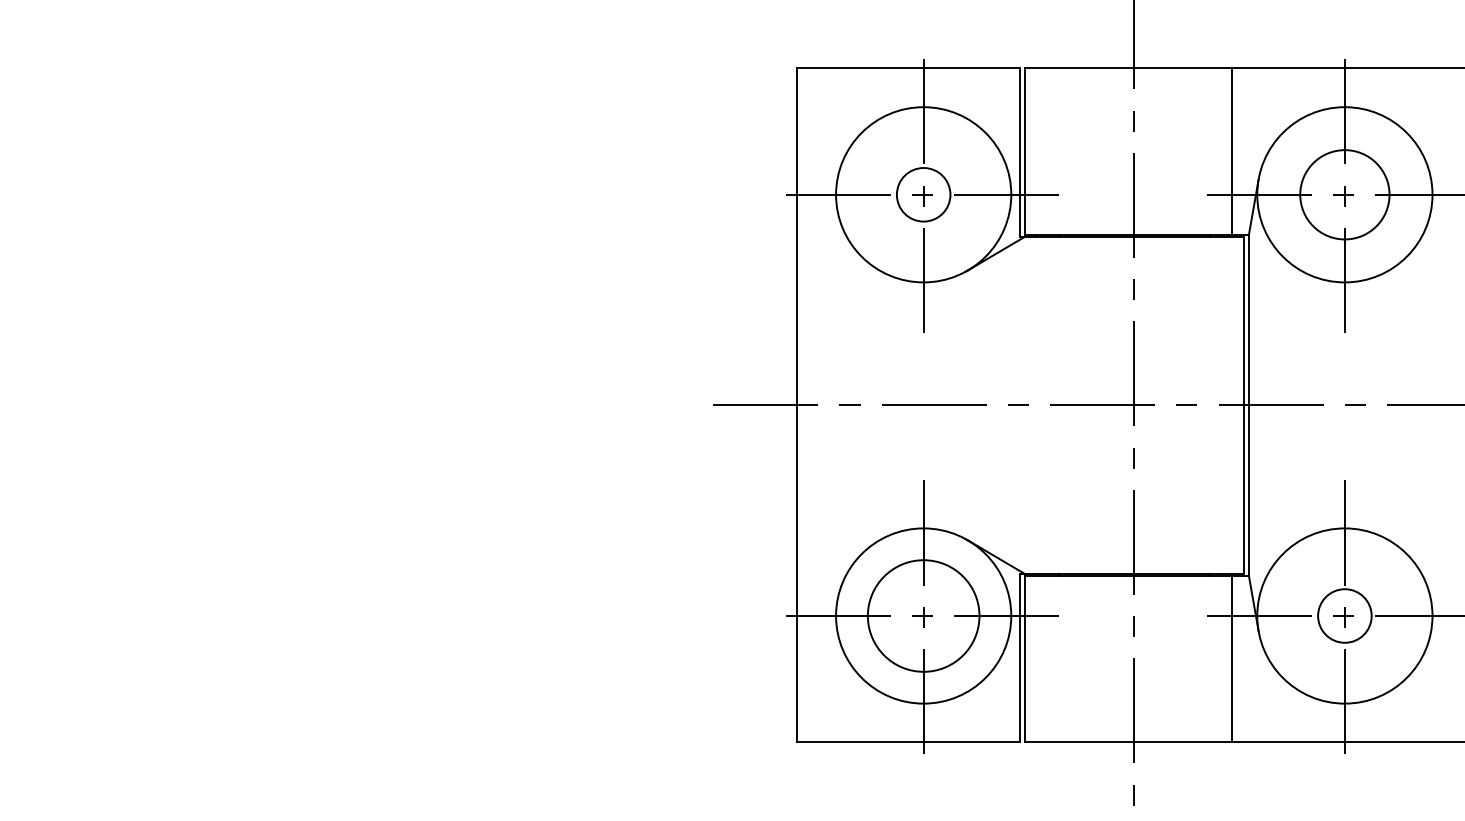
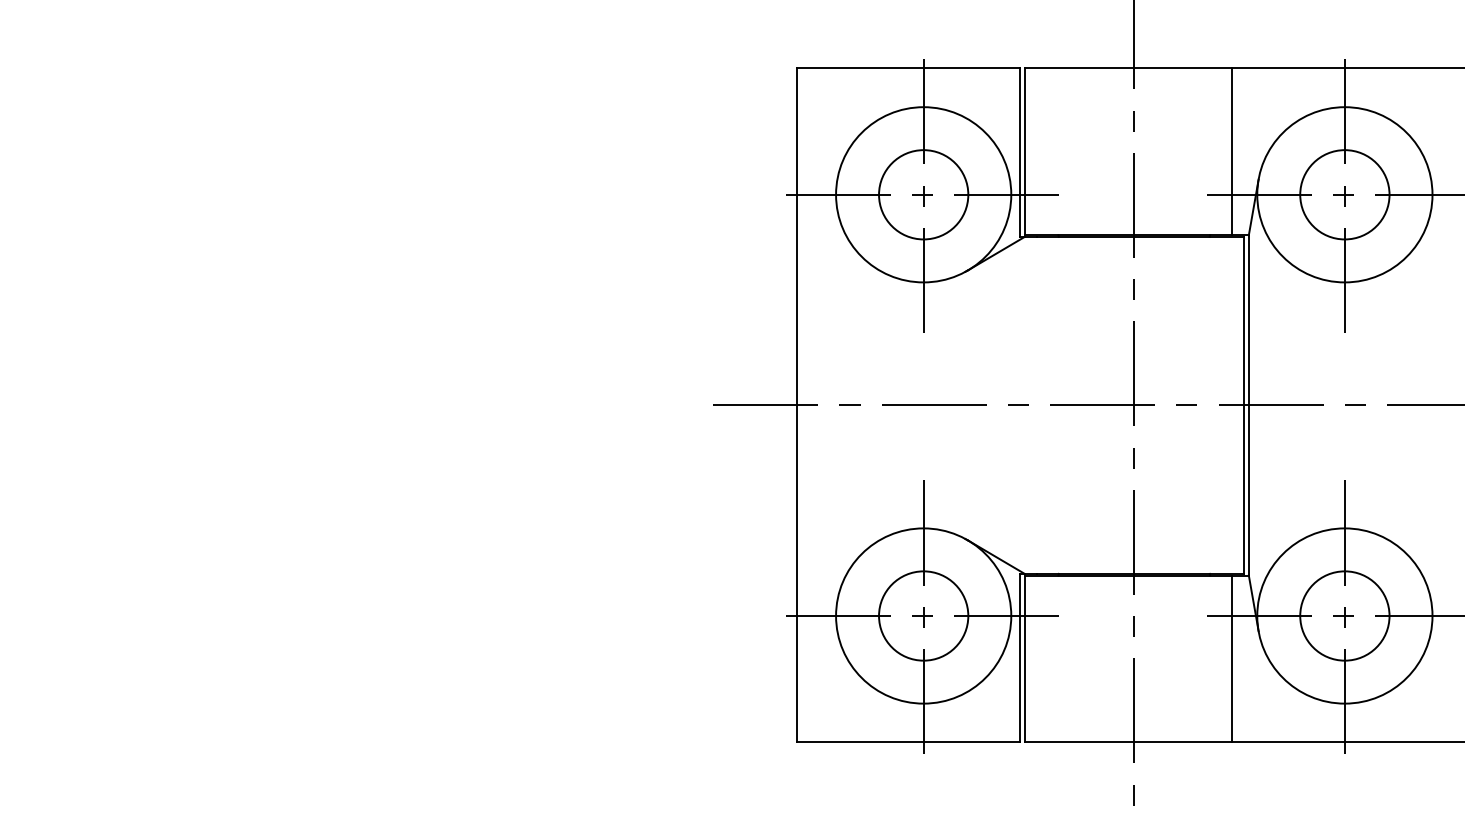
circle at (923, 194) diameter: 54 px -> 89 px
circle at (923, 615) diameter: 112 px -> 89 px
circle at (1344, 615) diameter: 54 px -> 89 px
